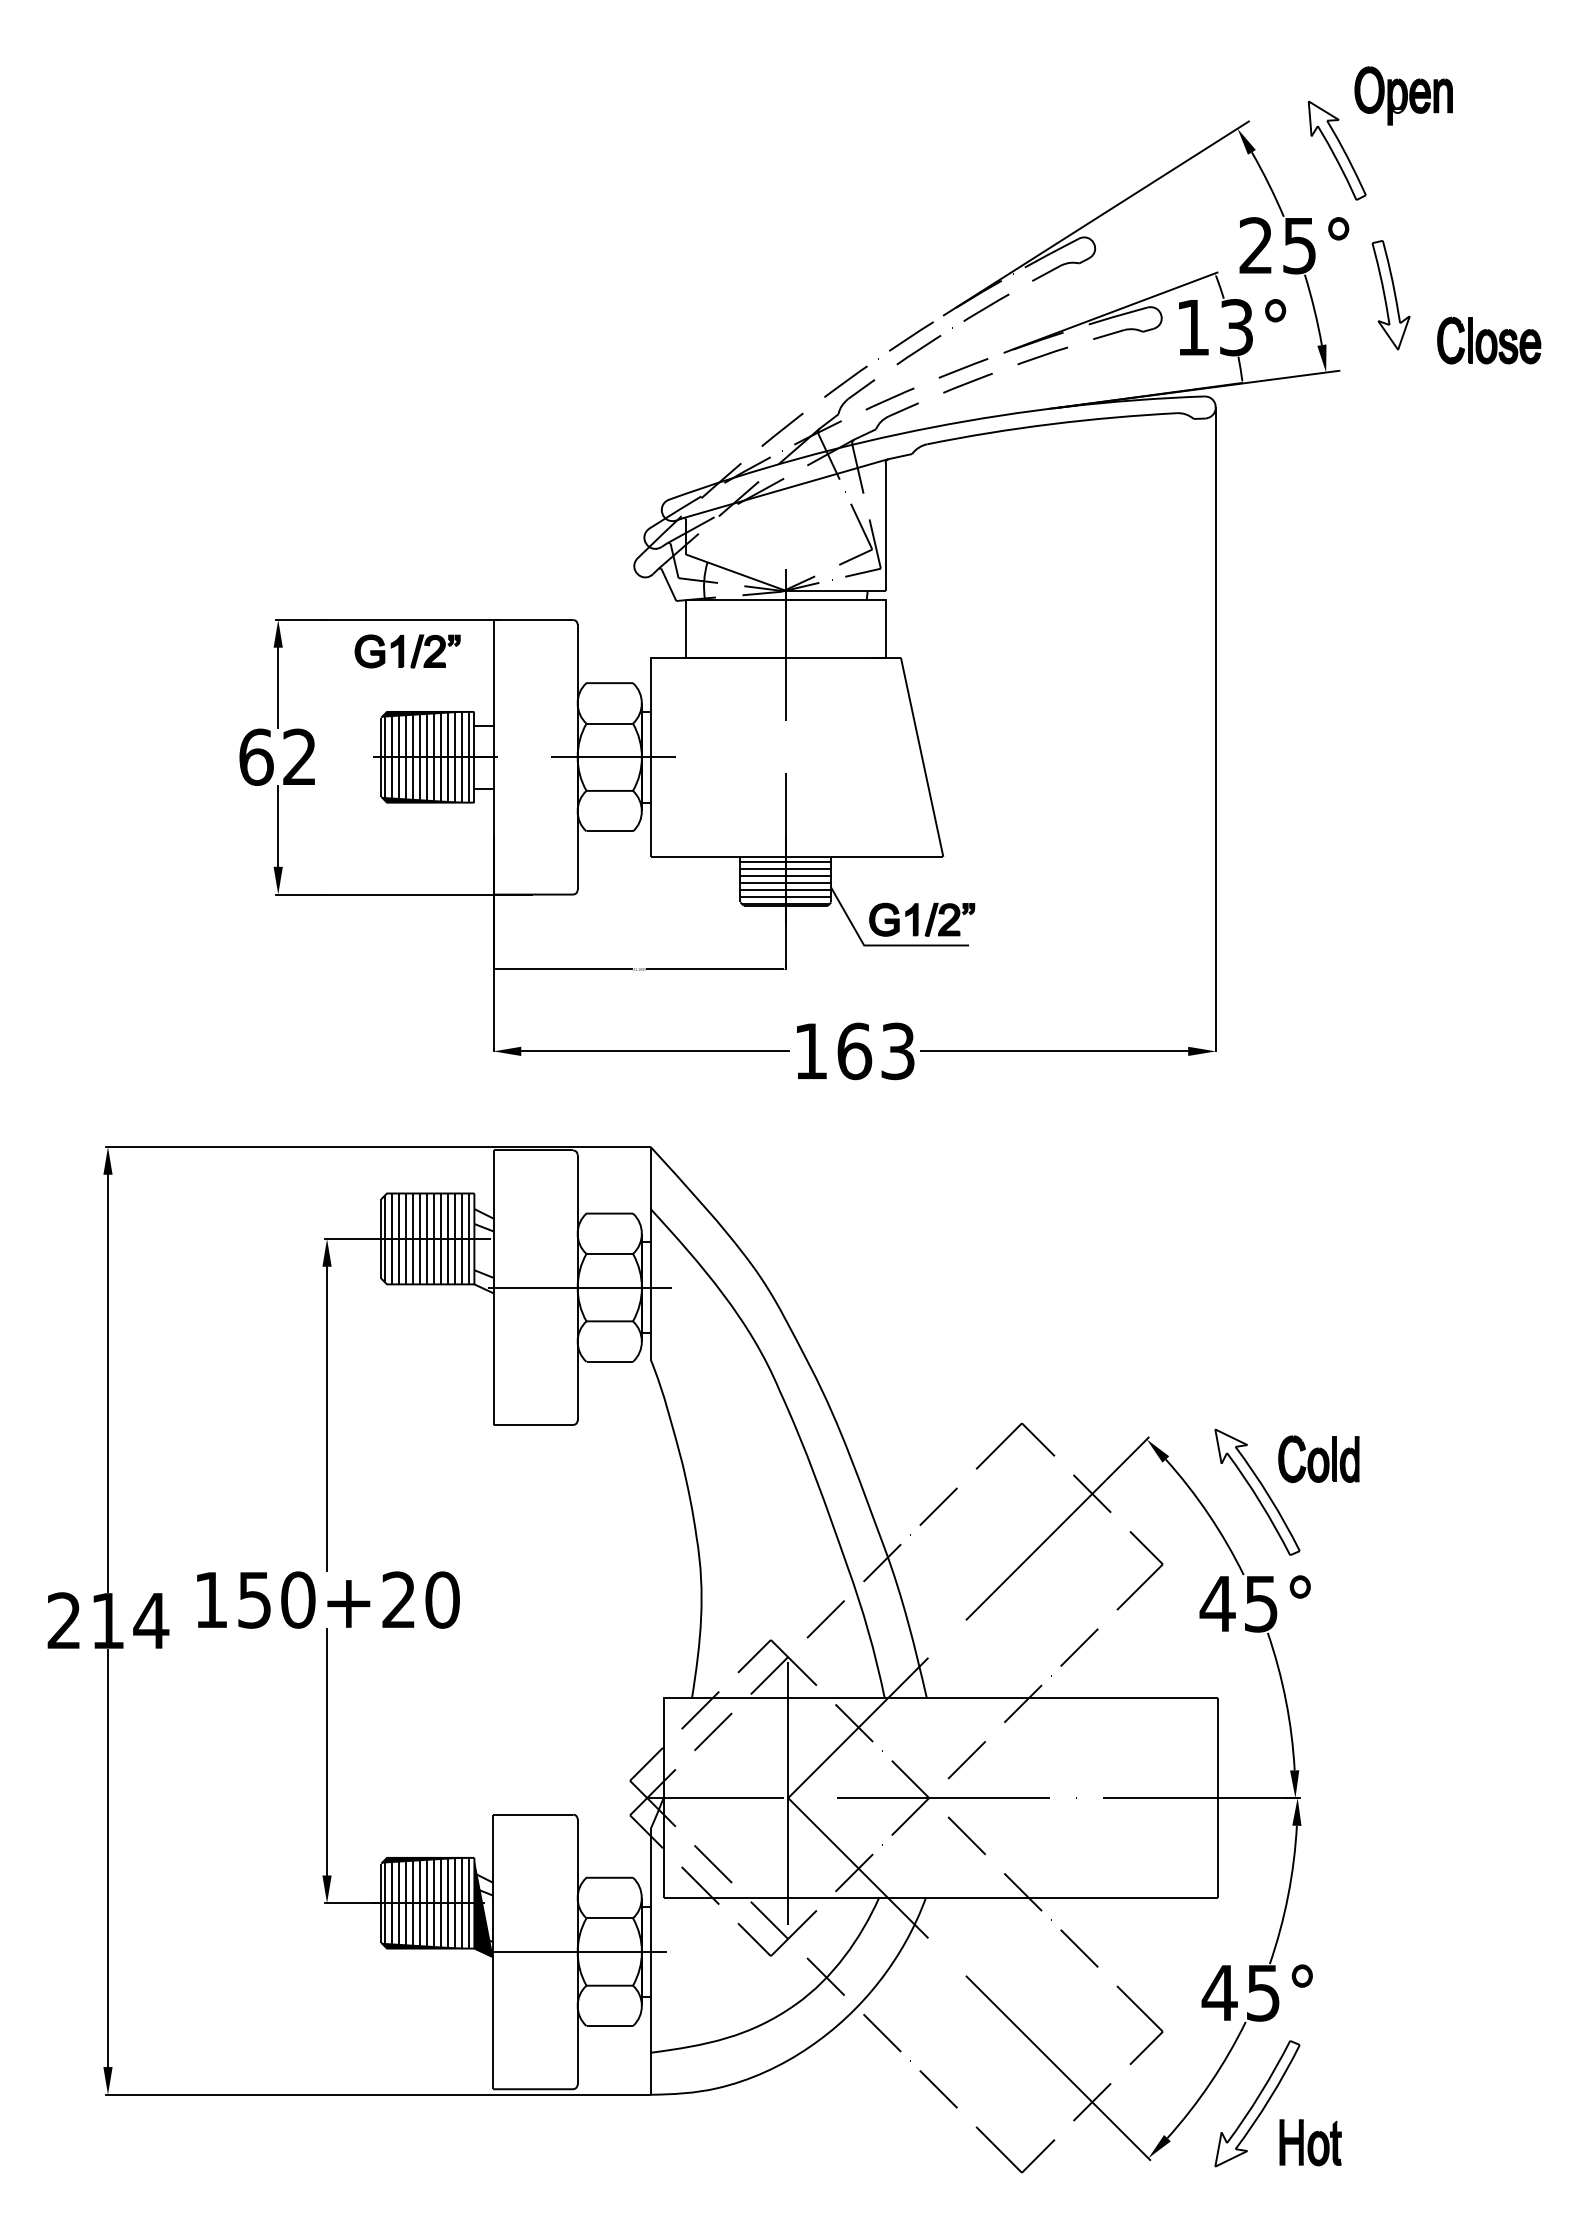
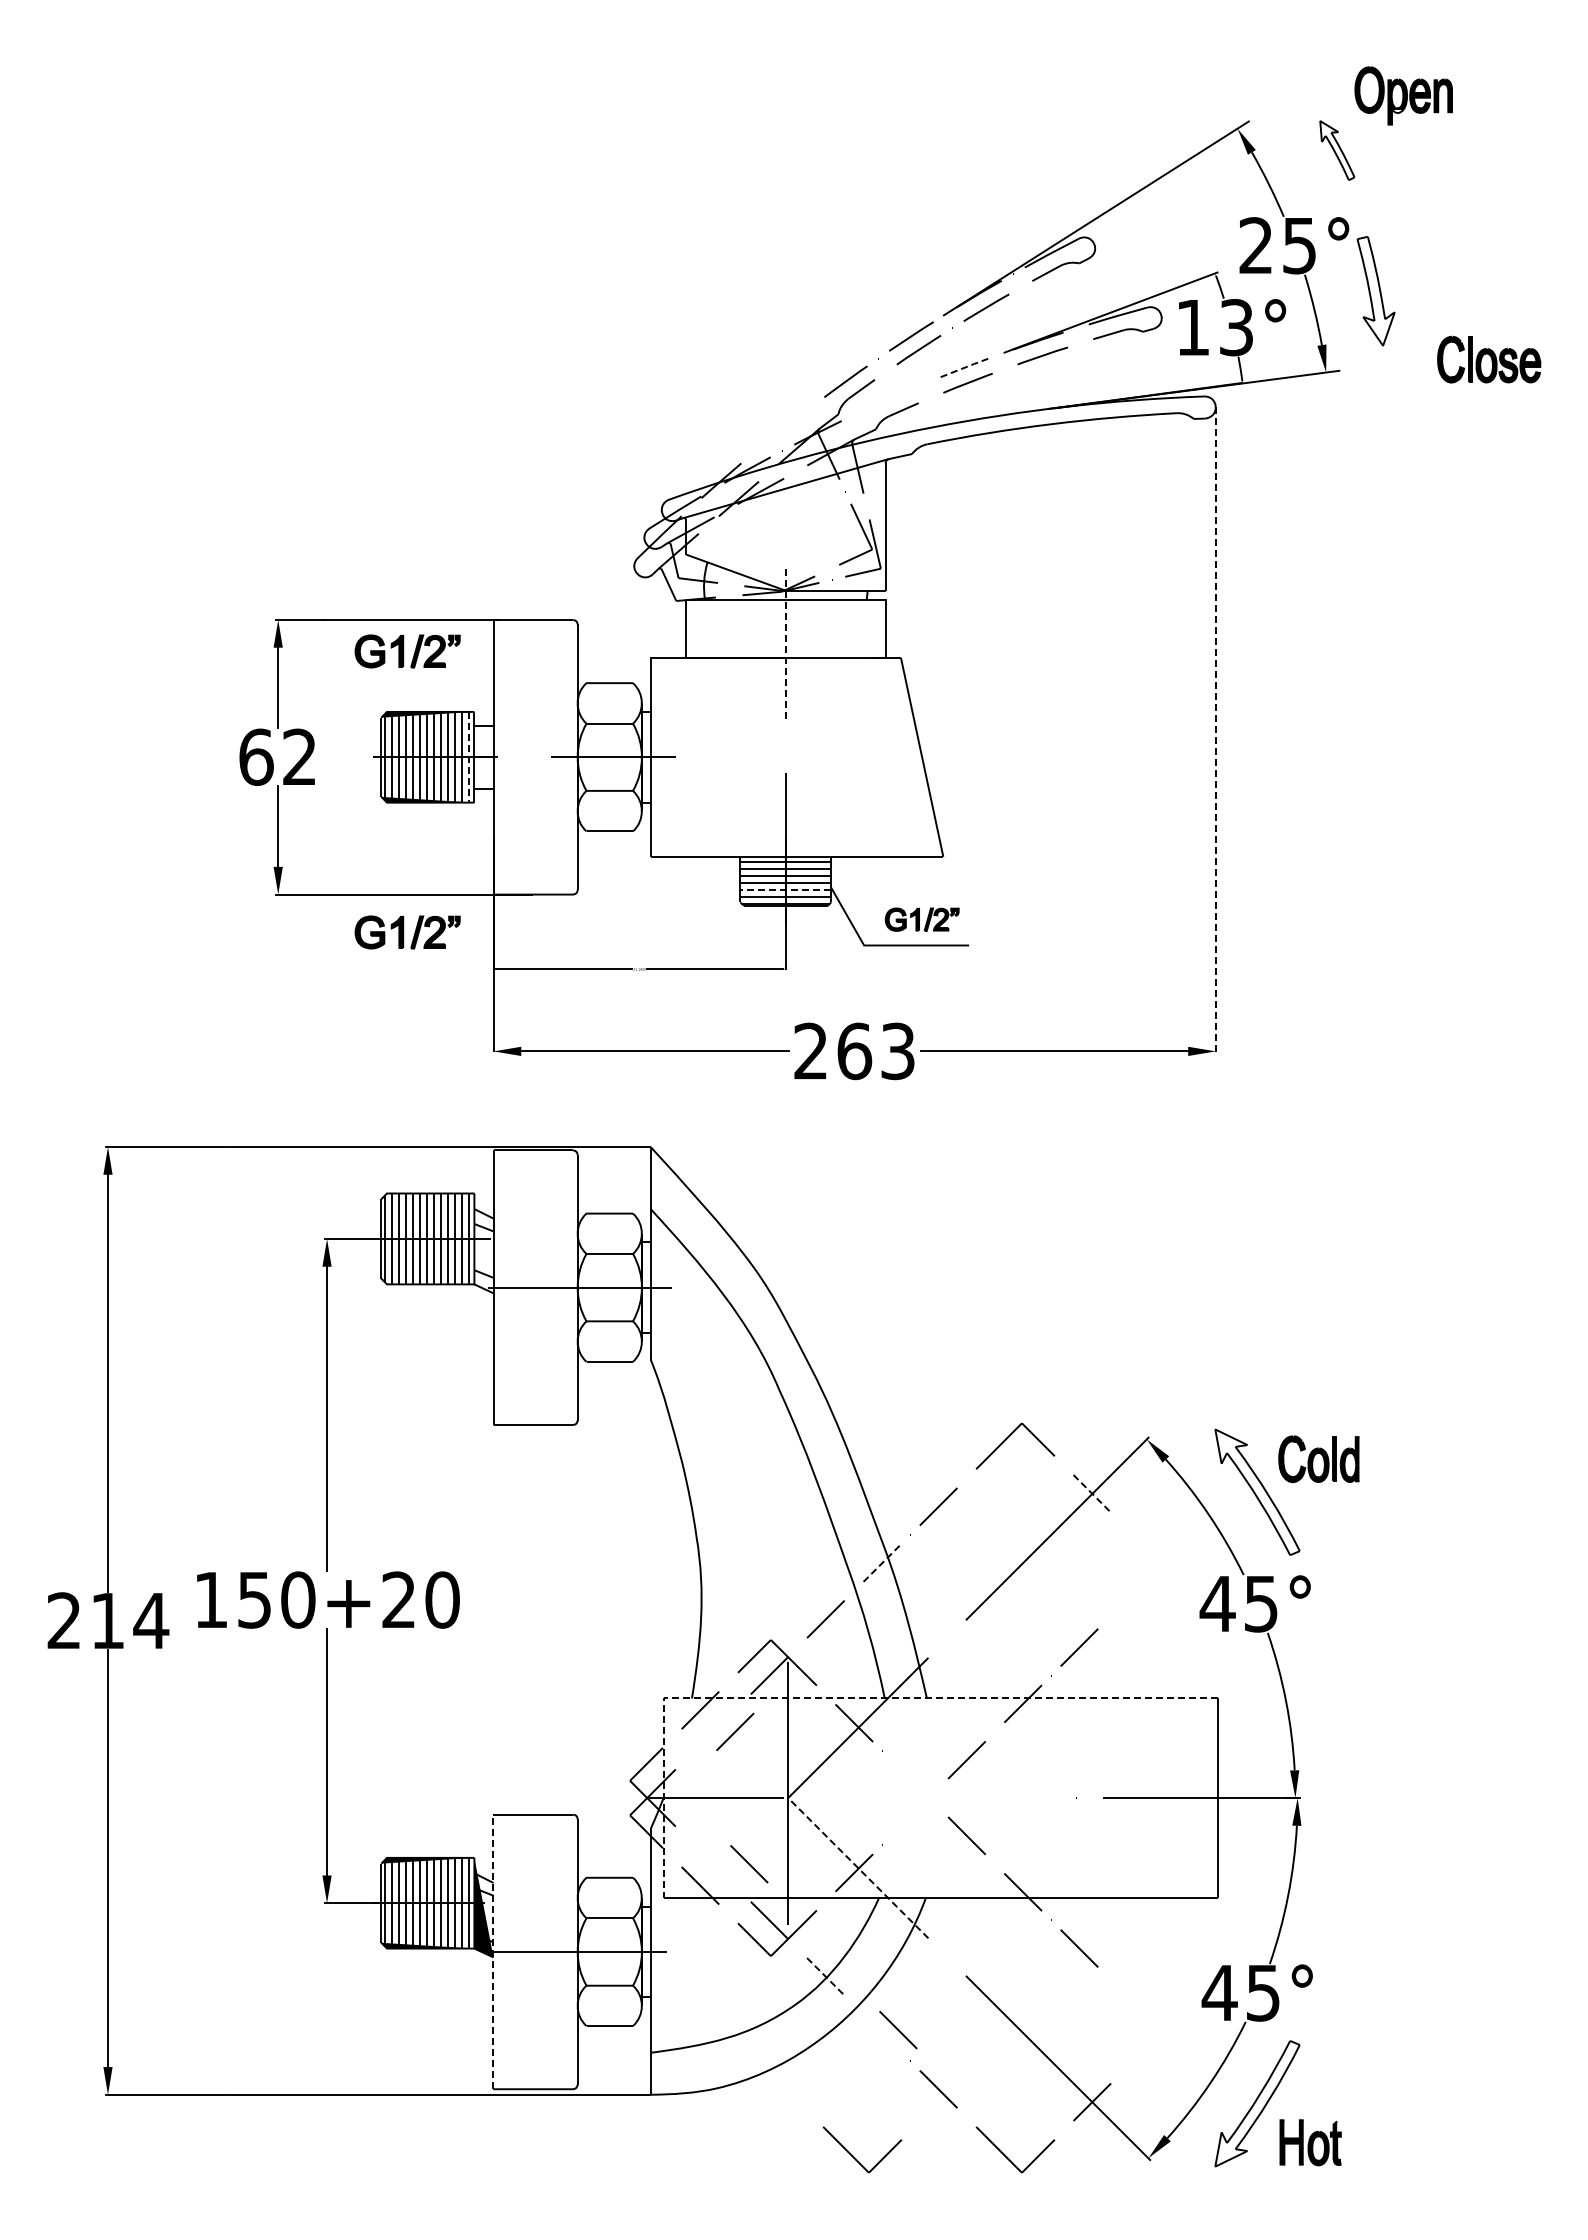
part at (1337, 150) size: 59x101 px -> 37x61 px
part at (1390, 295) position: (1390, 295) -> (1375, 291)
part at (1489, 340) position: (1489, 340) -> (1489, 359)
line at (963, 368): solid -> dashed
line at (889, 398): present -> none
line at (782, 429): present -> none
line at (785, 644): solid -> dashed
line at (1215, 729): solid -> dashed
line at (469, 757): solid -> dashed
line at (785, 890): solid -> dashed
part at (922, 919) size: 107x35 px -> 76x25 px
part at (407, 932): none -> present
text at (810, 1050): 163 -> 263
line at (1092, 1493): solid -> dashed
line at (882, 1563): solid -> dashed
part at (1147, 1578): present -> none
line at (840, 1698): solid -> dashed
line at (713, 1731) position: (713, 1731) -> (735, 1731)
part at (943, 1797): present -> none
line at (713, 1864) position: (713, 1864) -> (749, 1864)
line at (857, 1867): solid -> dashed
line at (493, 1951): solid -> dashed
line at (825, 1976): solid -> dashed
part at (1147, 2017): present -> none
line at (882, 2033) position: (882, 2033) -> (898, 2030)
part at (854, 2156): none -> present
